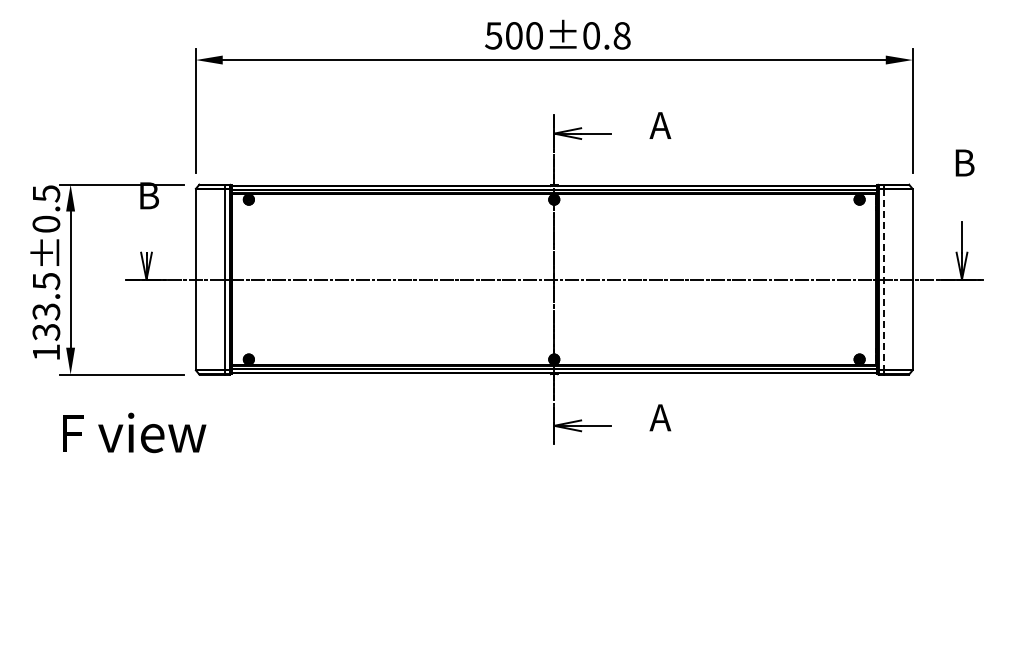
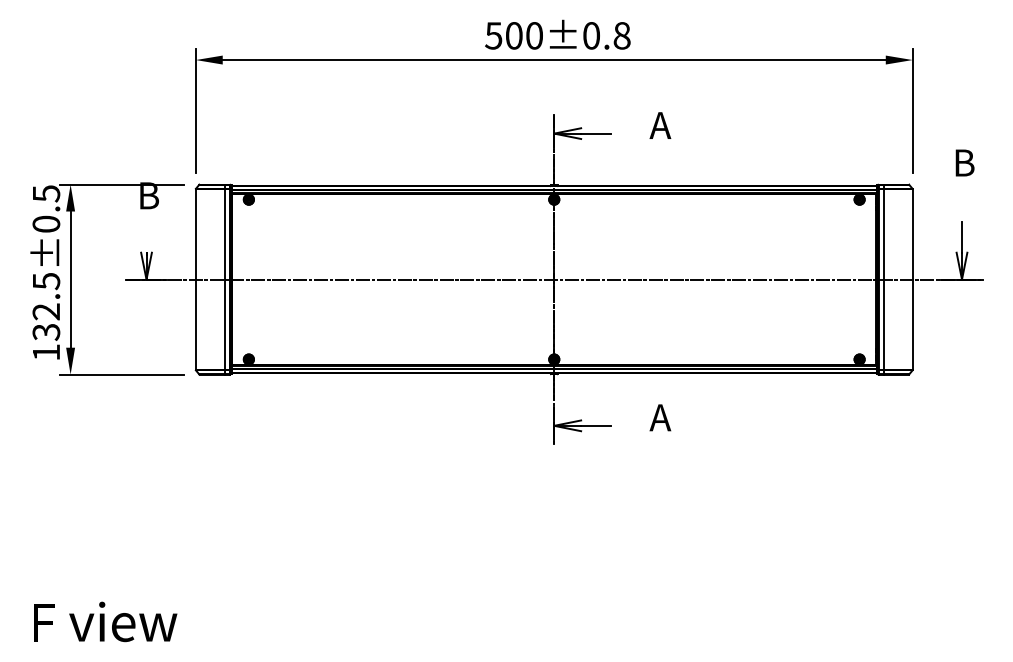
line at (884, 279): dashed -> solid
text at (46, 311): 133.5±0.5 -> 132.5±0.5
text at (134, 432) position: (134, 432) -> (105, 621)
